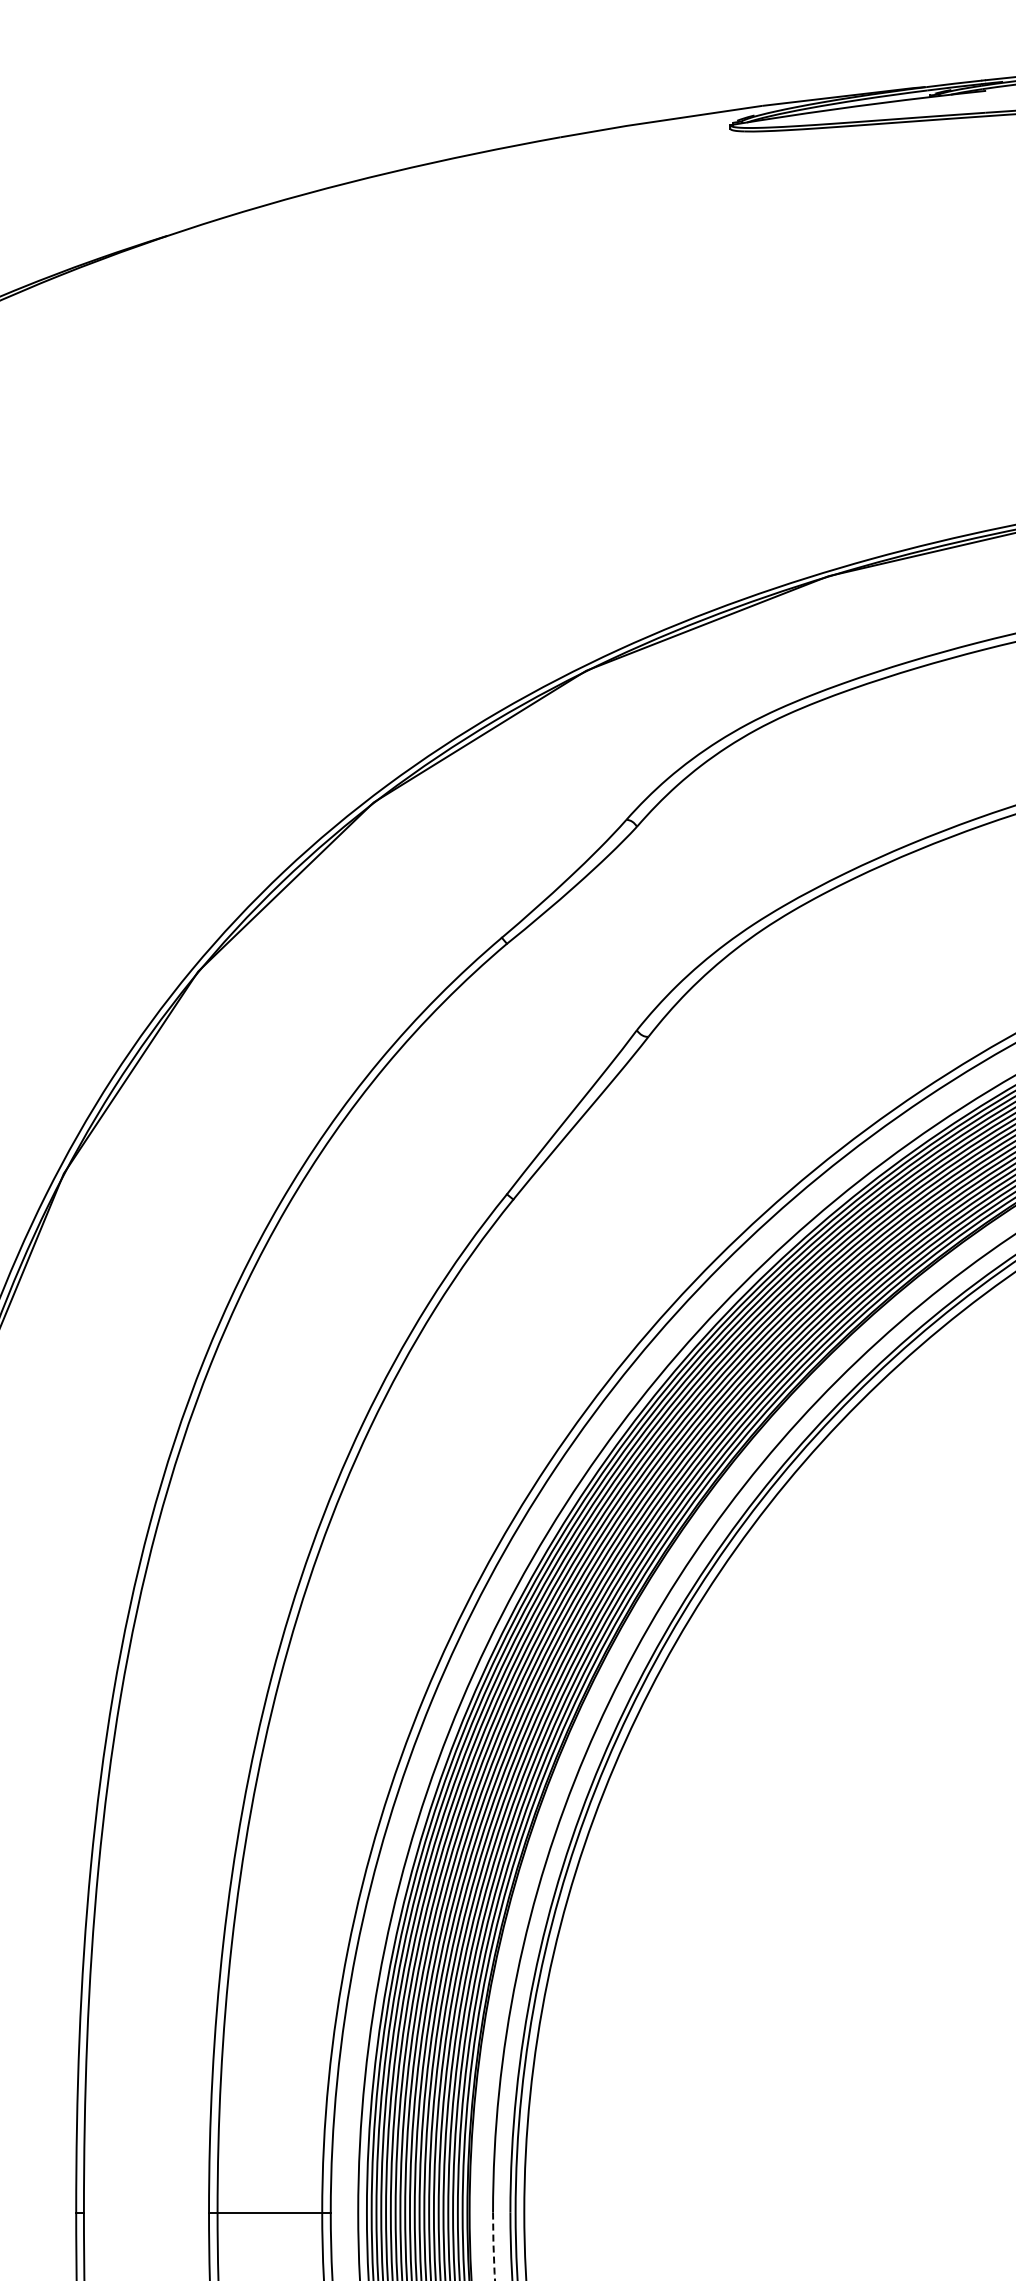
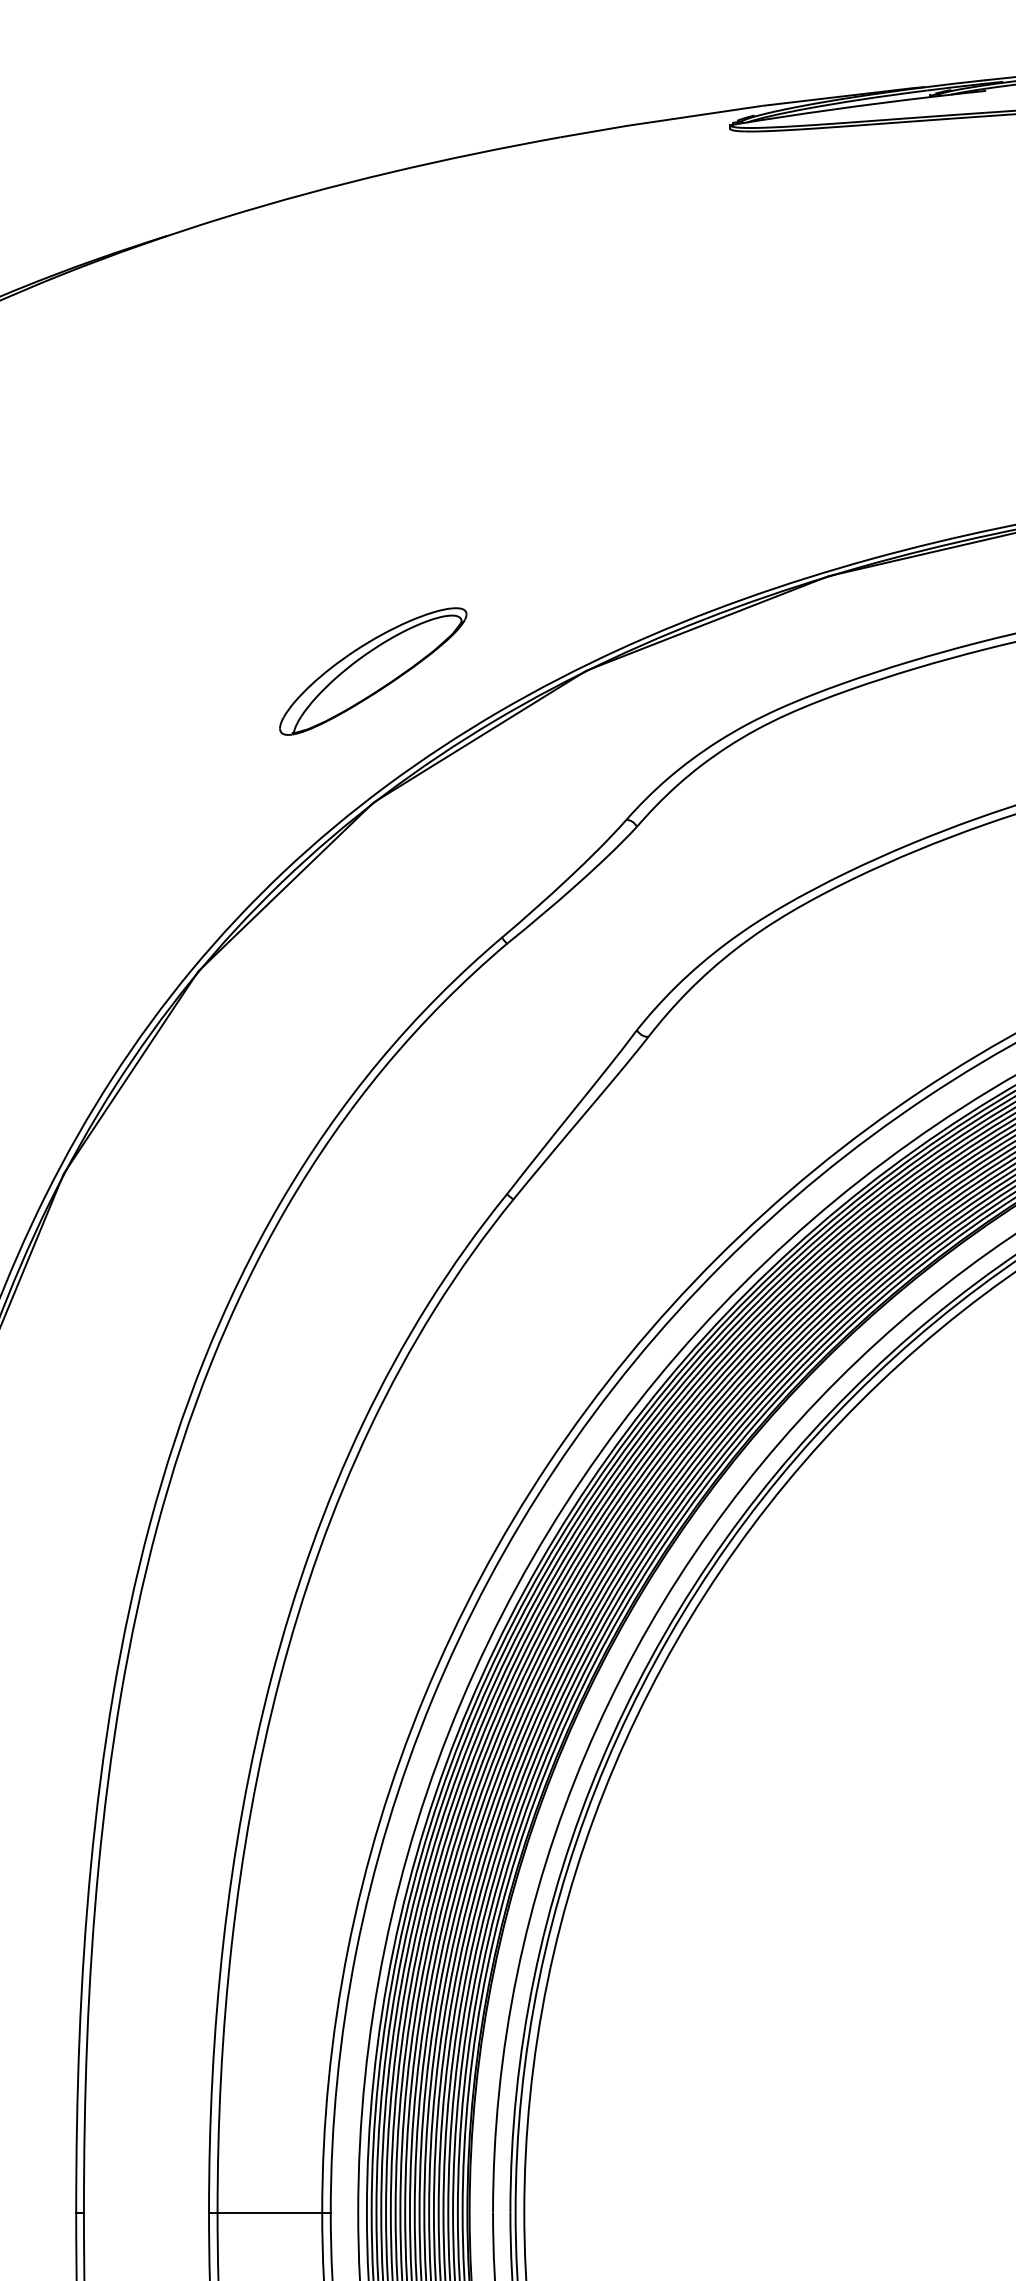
part at (373, 671): none -> present
arc at (493, 2246): dashed -> solid
